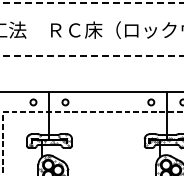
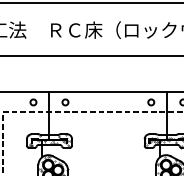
line at (91, 2): dashed -> solid
line at (91, 55): dashed -> solid
